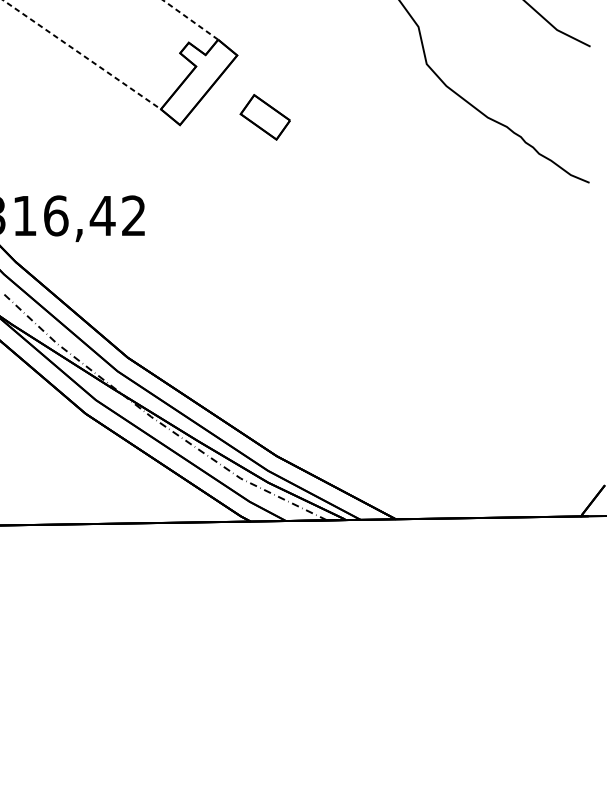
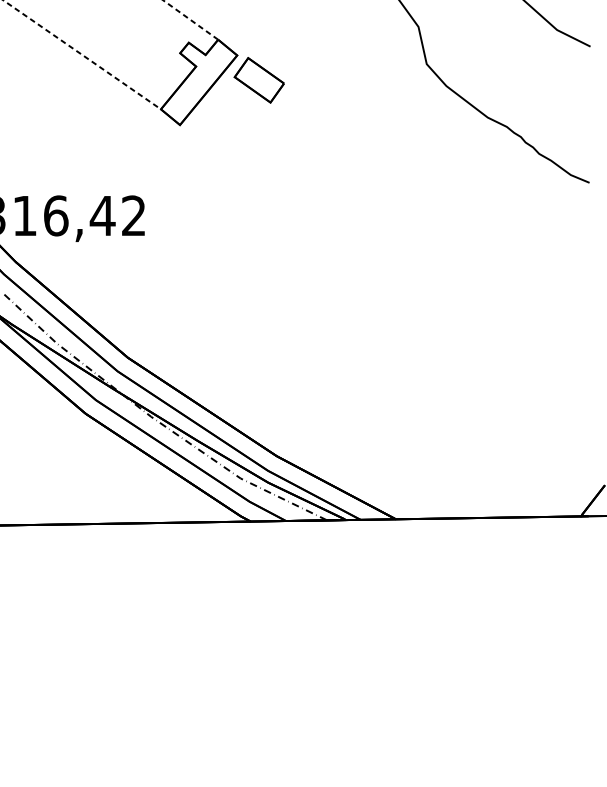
part at (264, 117) position: (264, 117) -> (258, 80)
